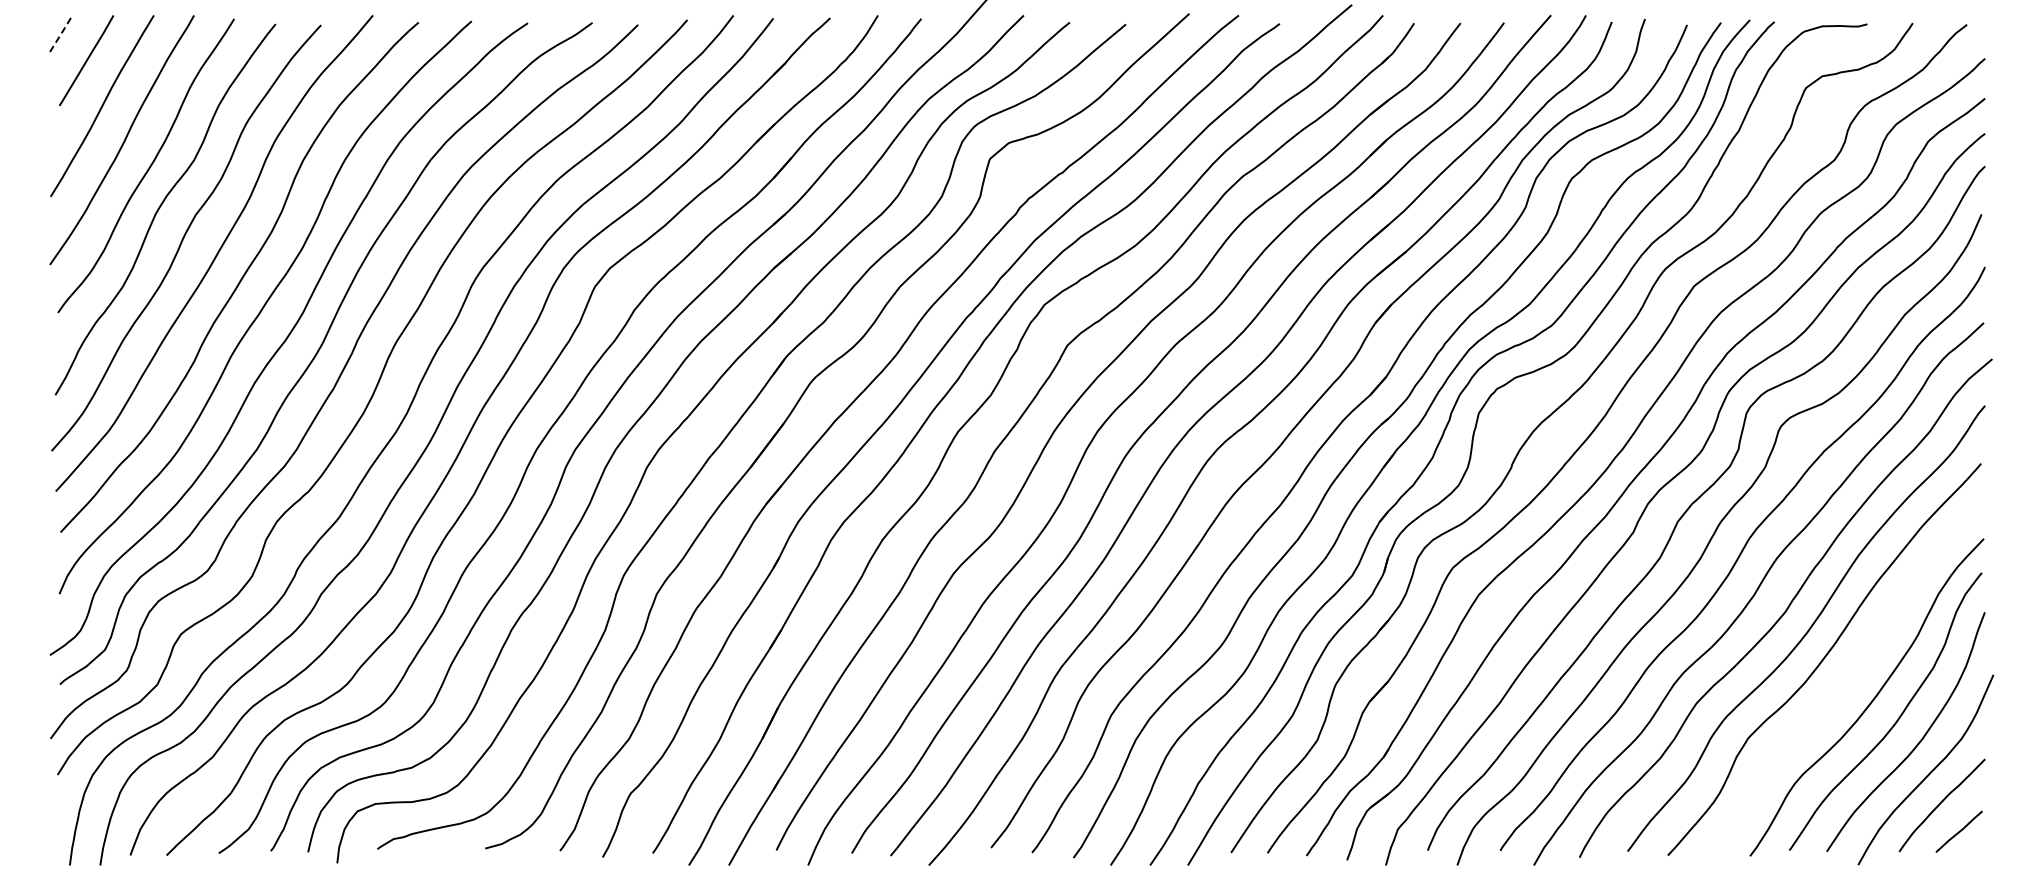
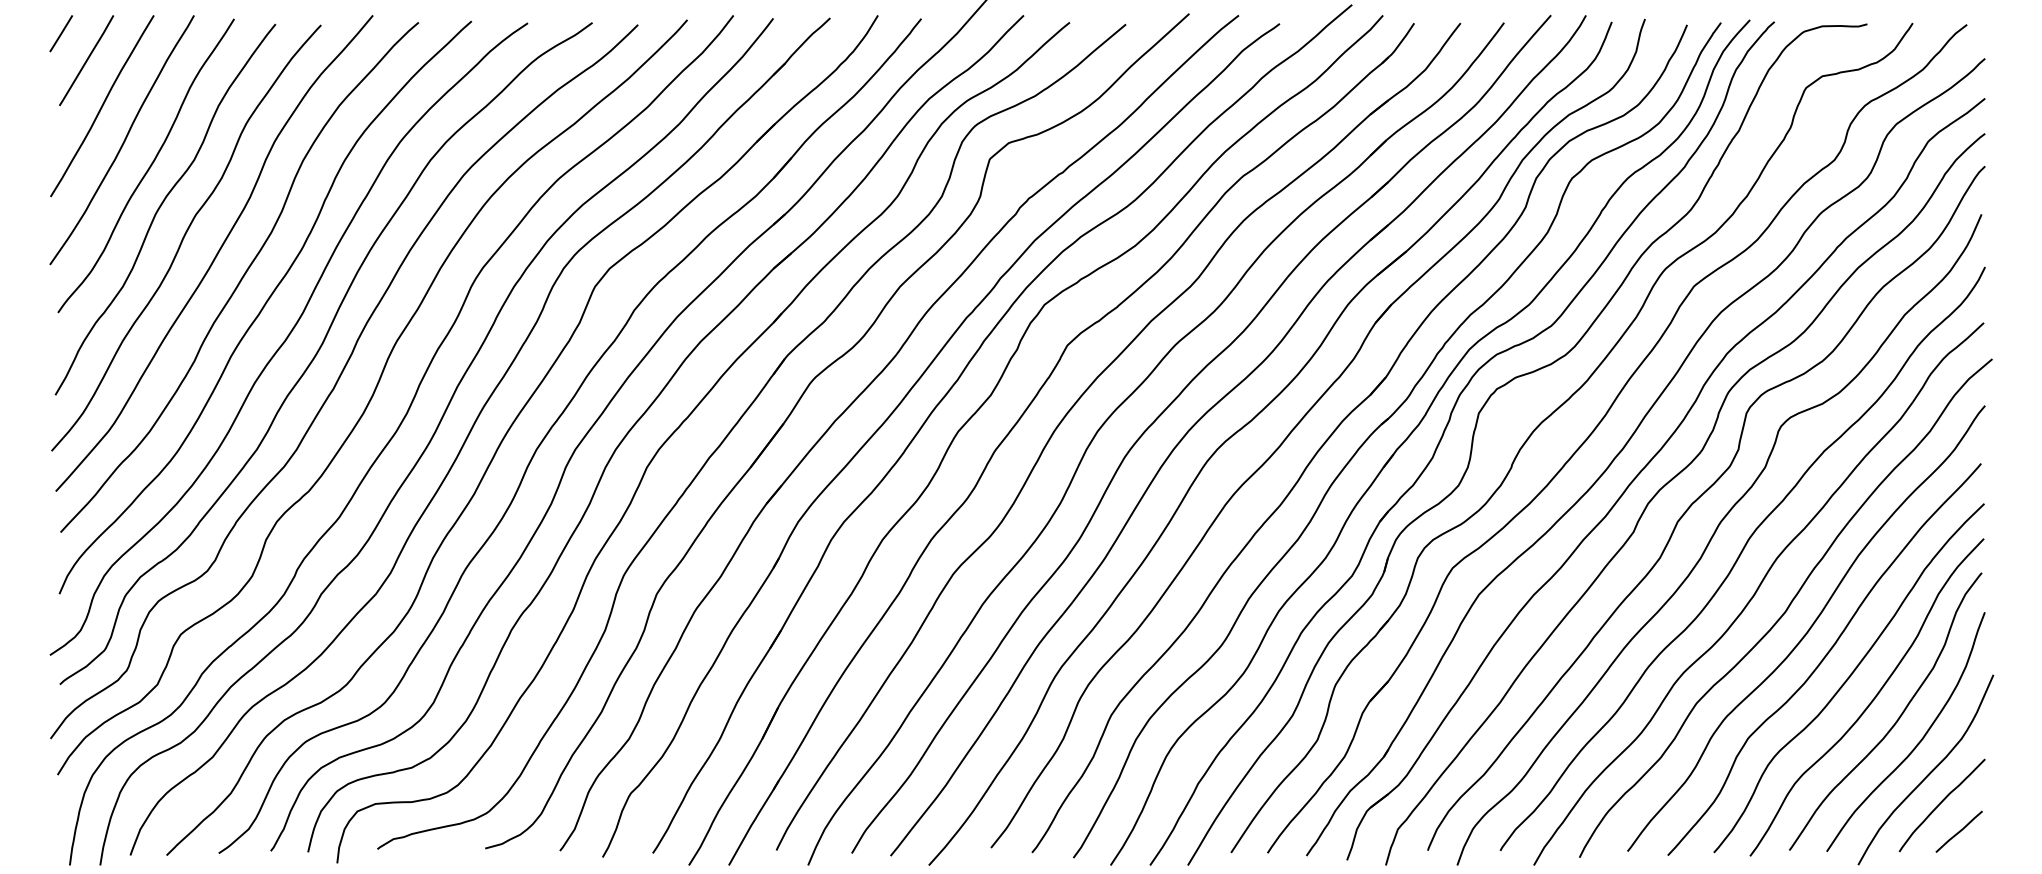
line at (61, 33): dashed -> solid
curve at (1848, 678): none -> present
